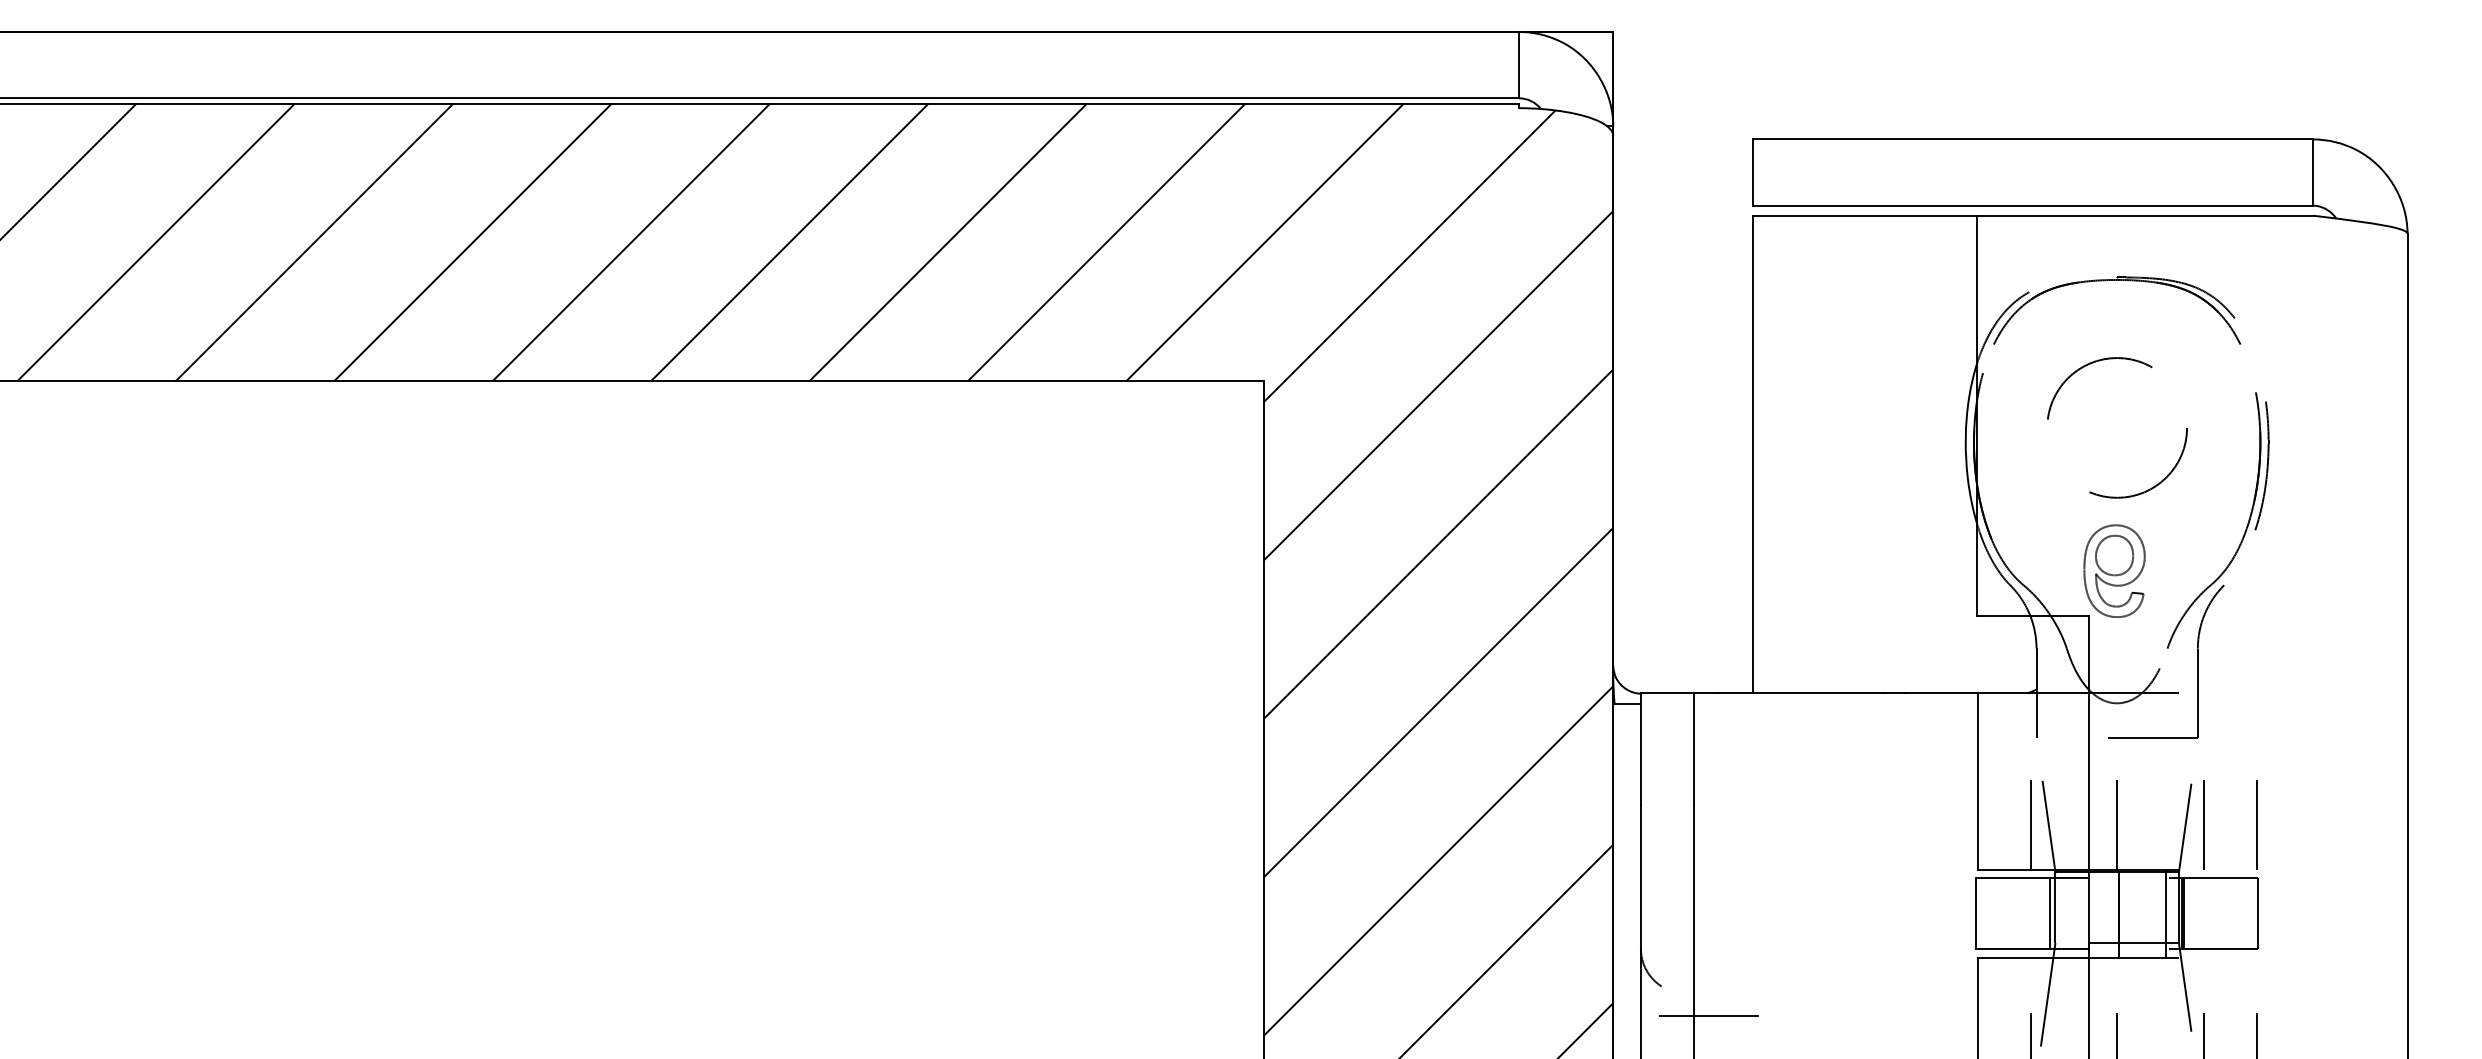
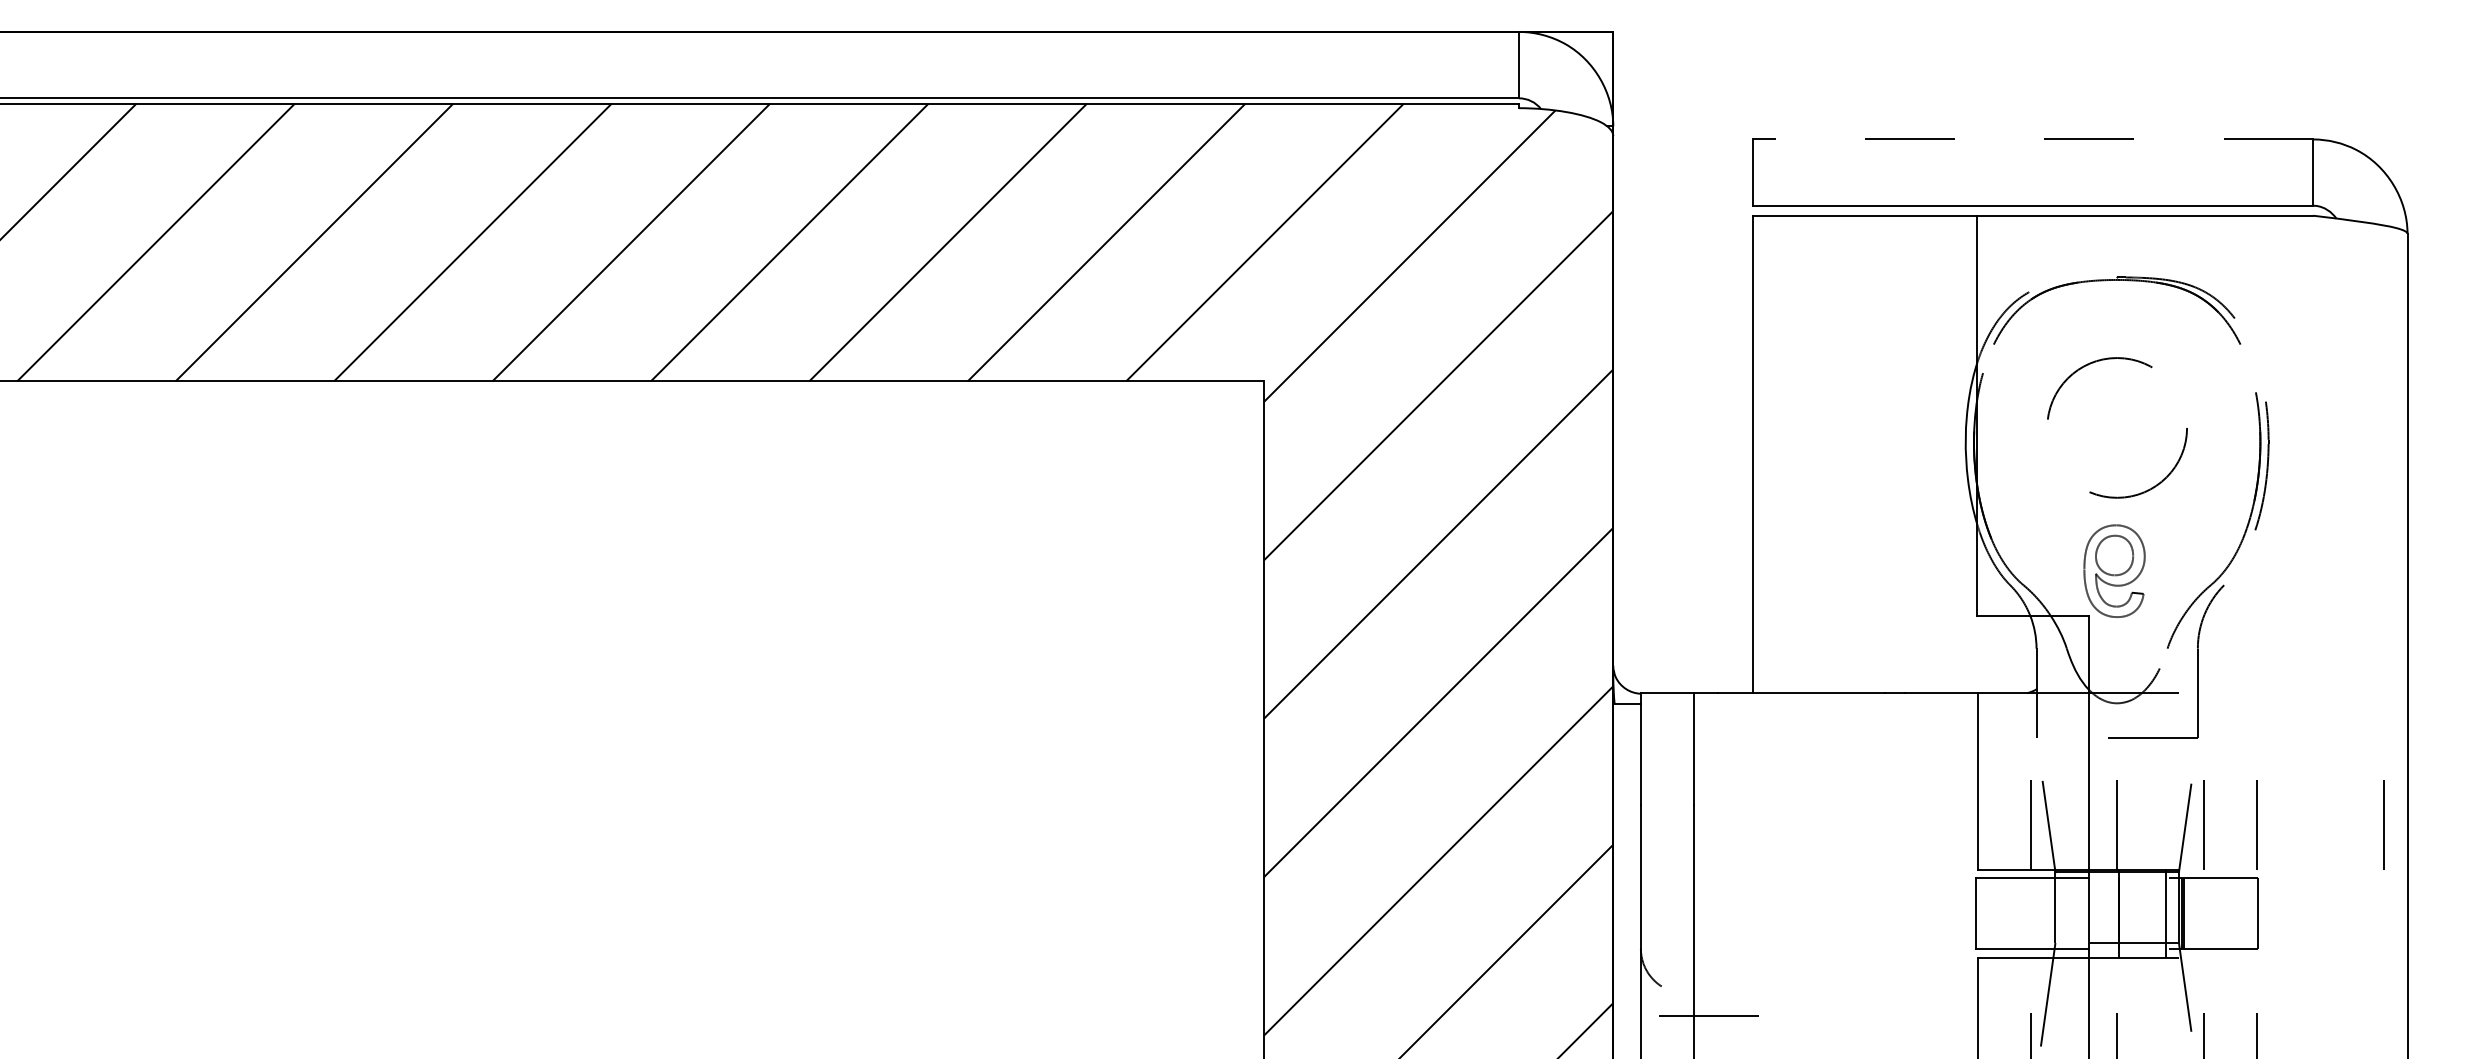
line at (2033, 139): solid -> dashed
line at (2383, 824): none -> present
line at (2050, 913): present -> none
